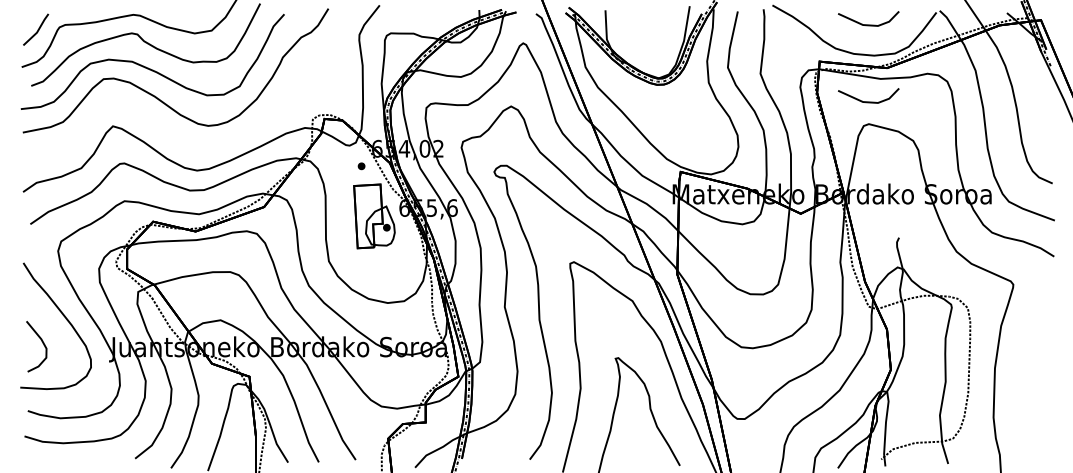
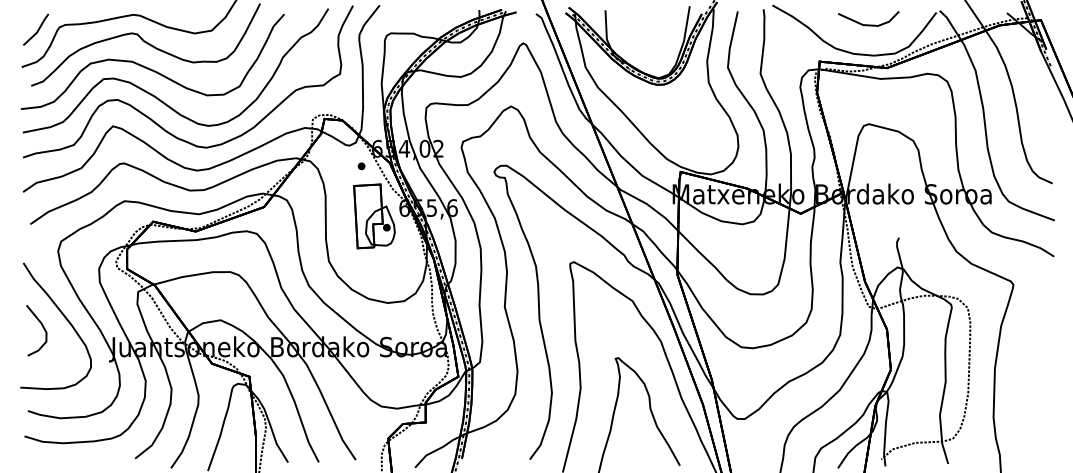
line at (868, 101): present -> none
curve at (155, 121): none -> present
curve at (42, 343) position: (42, 343) -> (42, 327)
